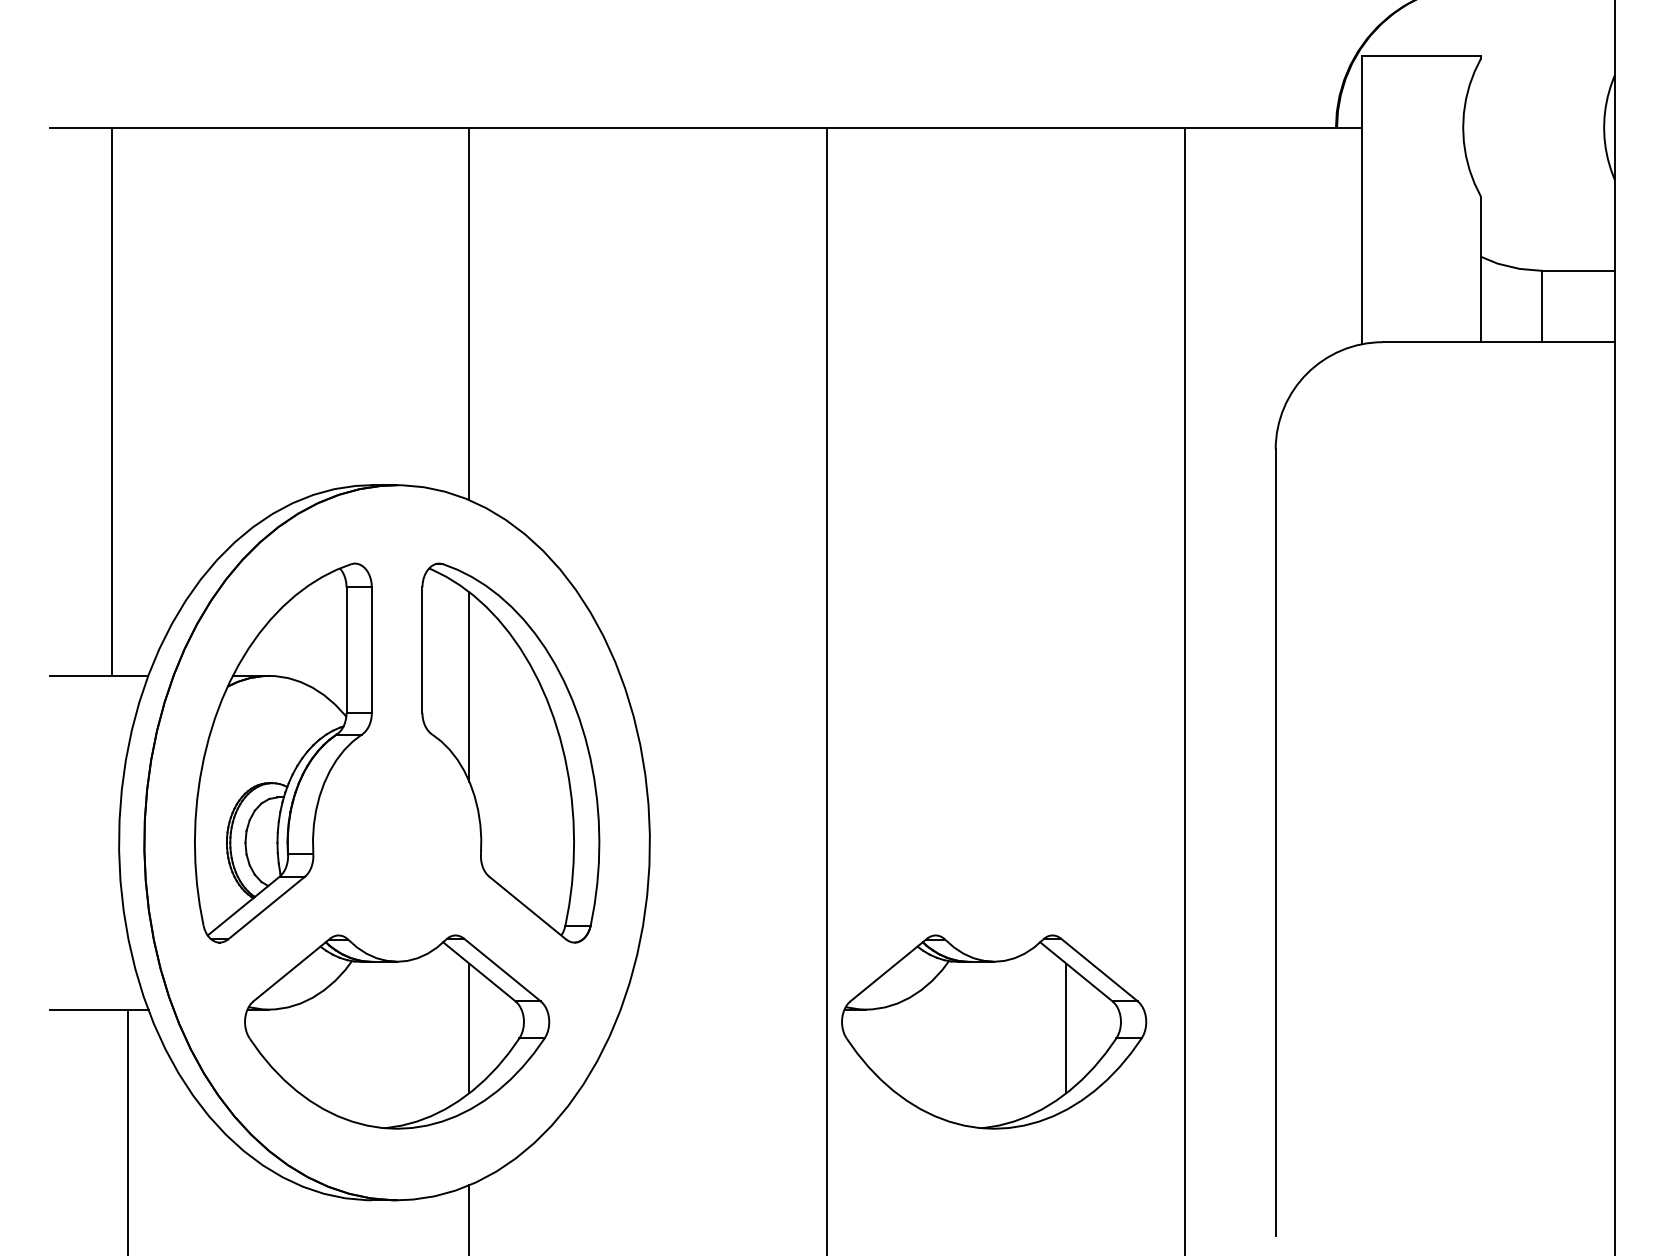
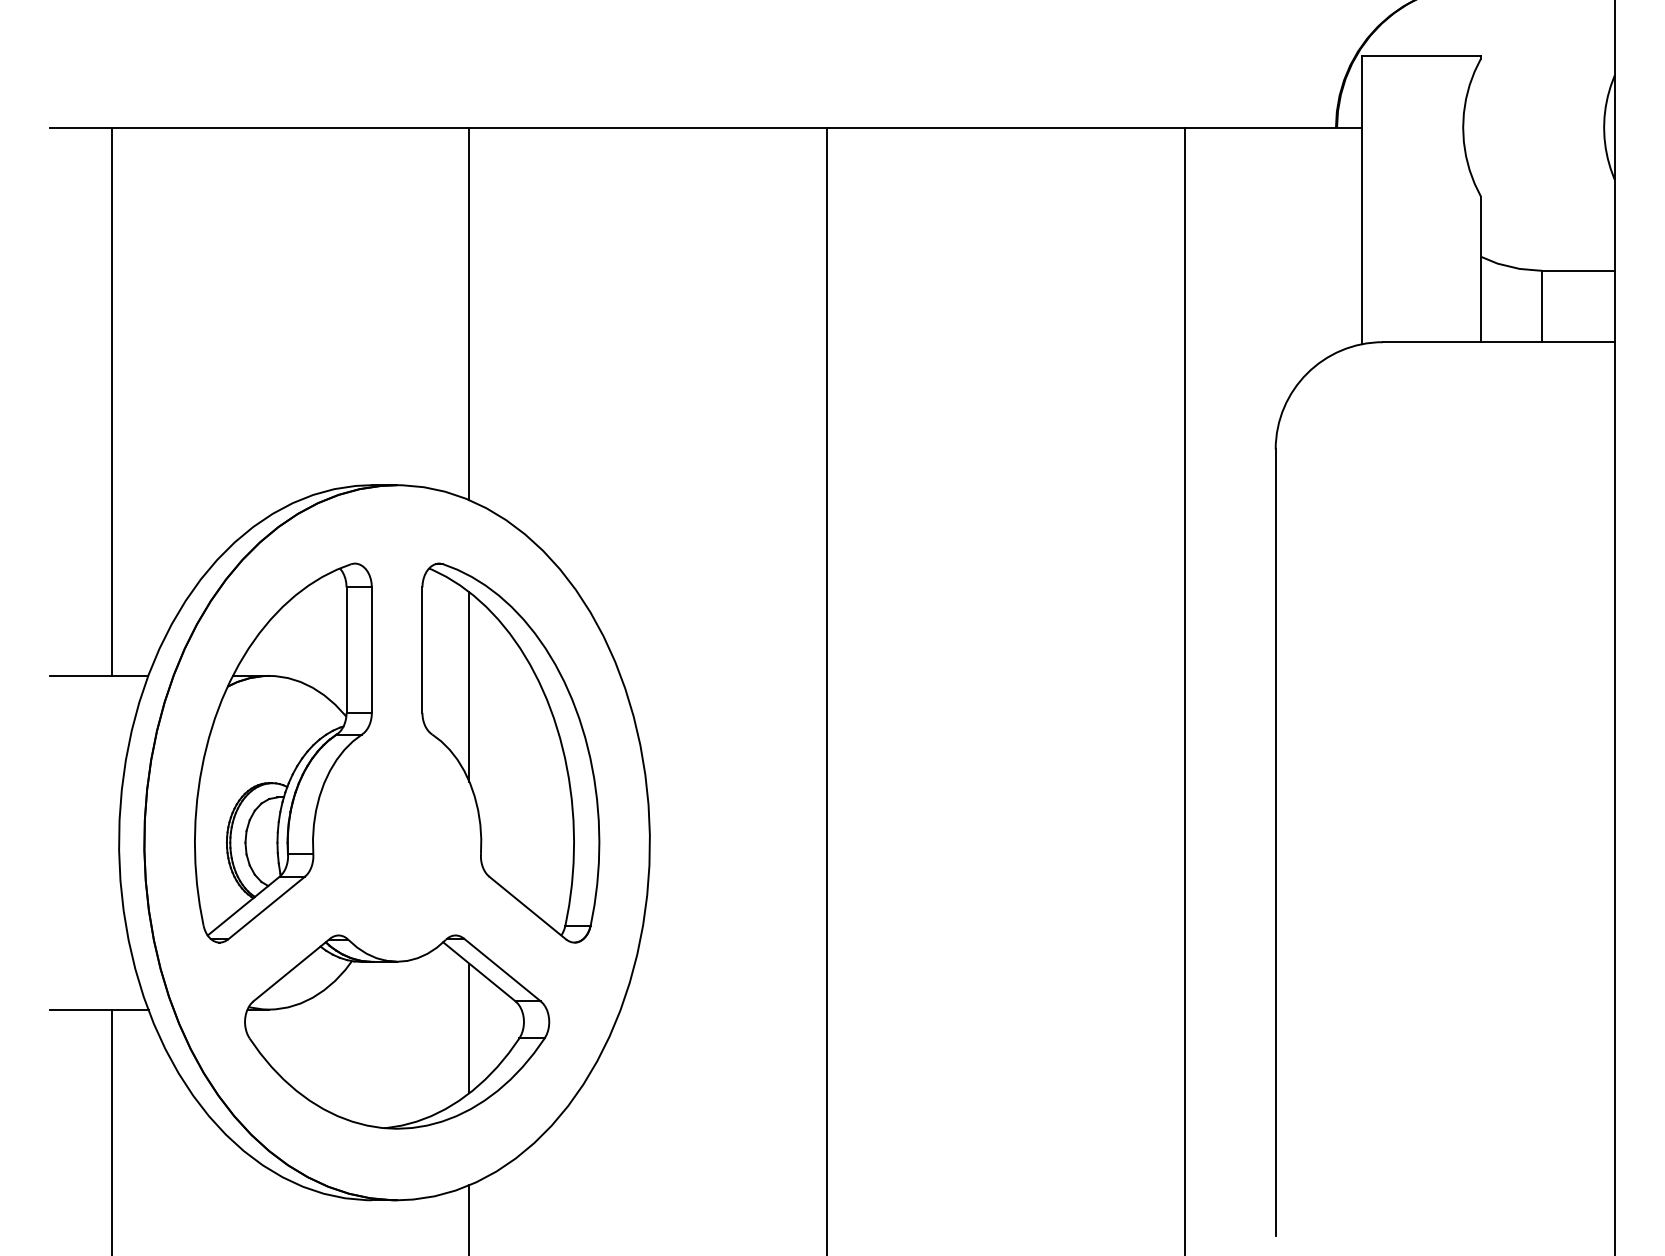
part at (994, 1031): present -> none
line at (127, 1130) position: (127, 1130) -> (111, 1130)
